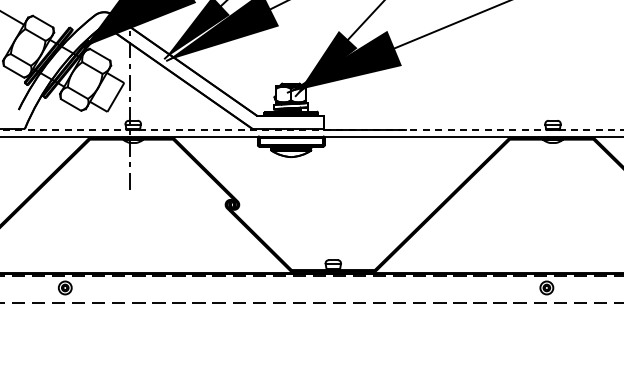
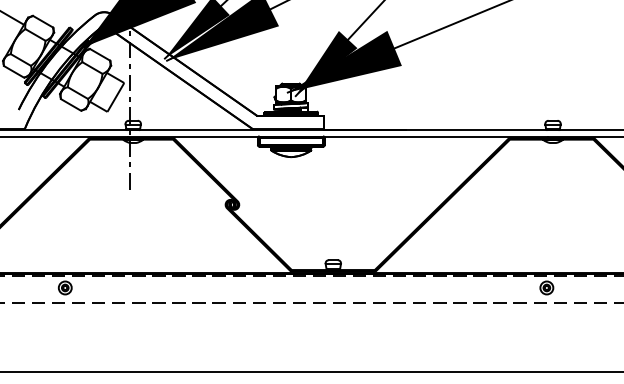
line at (312, 130): dashed -> solid
line at (311, 372): none -> present
